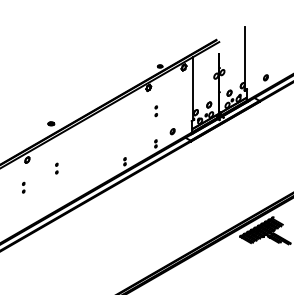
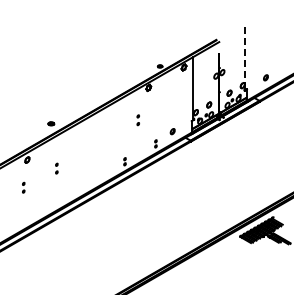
line at (245, 57): solid -> dashed
part at (155, 111) position: (155, 111) -> (137, 120)
